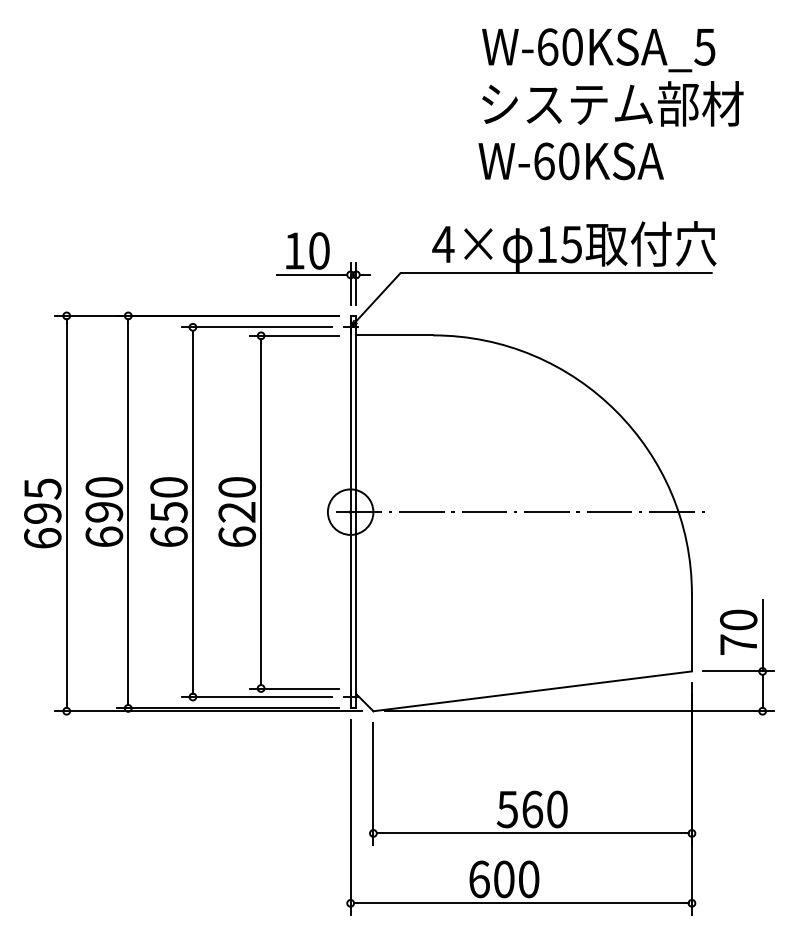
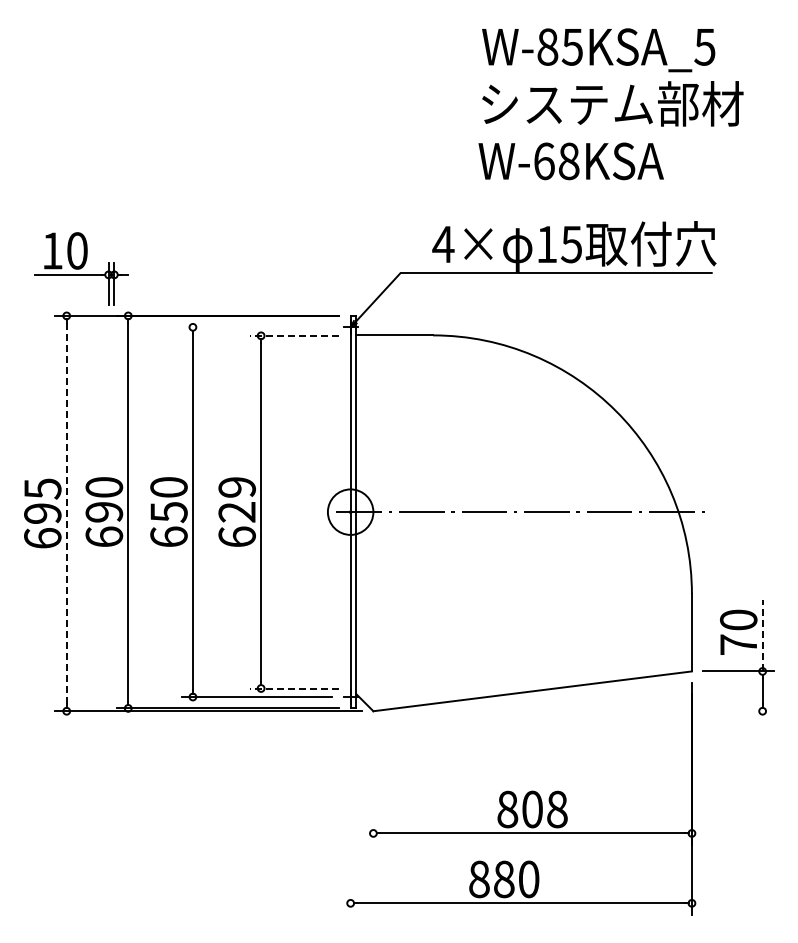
text at (559, 46): W-60KSA_5 -> W-85KSA_5
text at (569, 160): W-60KSA -> W-68KSA
part at (323, 268) position: (323, 268) -> (81, 268)
line at (256, 327): present -> none
line at (294, 335): solid -> dashed
text at (236, 487): 620 -> 629
line at (66, 513): solid -> dashed
line at (762, 635): solid -> dashed
line at (294, 688): solid -> dashed
line at (579, 711): present -> none
line at (373, 783): present -> none
text at (531, 809): 560 -> 808
line at (350, 816): present -> none
text at (491, 879): 600 -> 880
